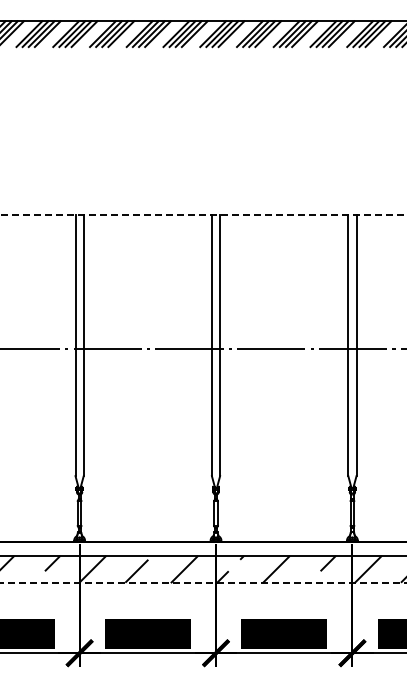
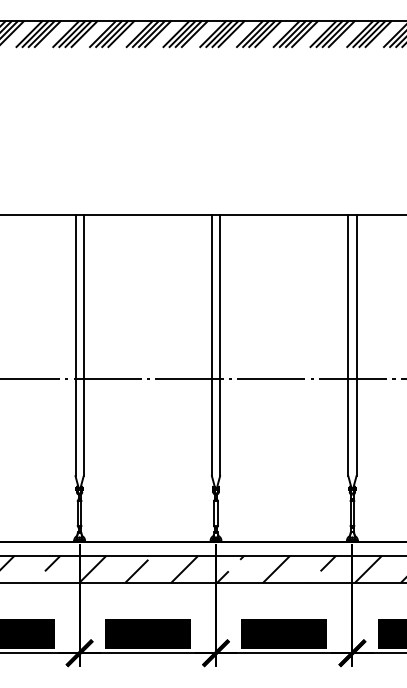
line at (203, 214): dashed -> solid
line at (202, 348) position: (202, 348) -> (202, 378)
line at (203, 583): dashed -> solid
